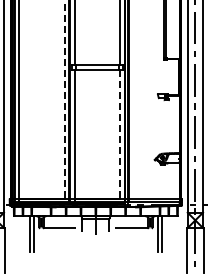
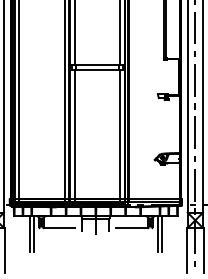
line at (64, 102): dashed -> solid
line at (120, 136): dashed -> solid
